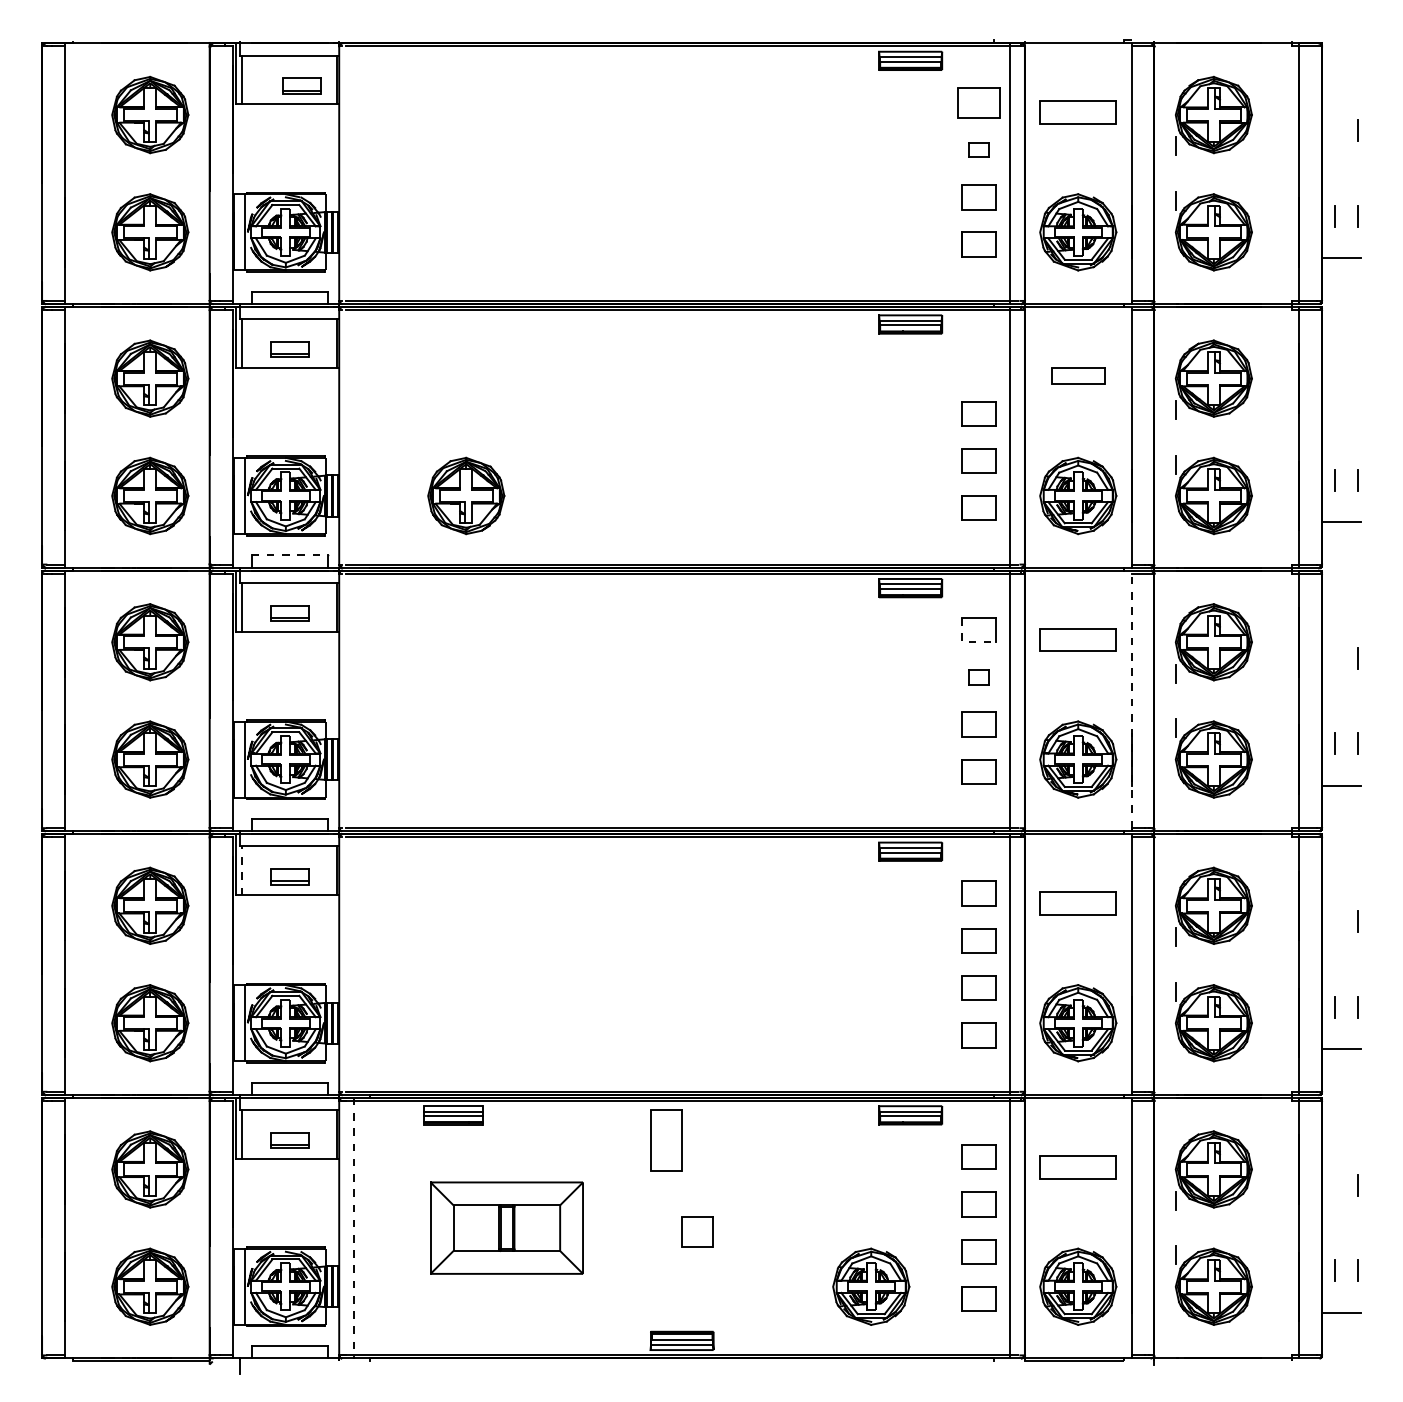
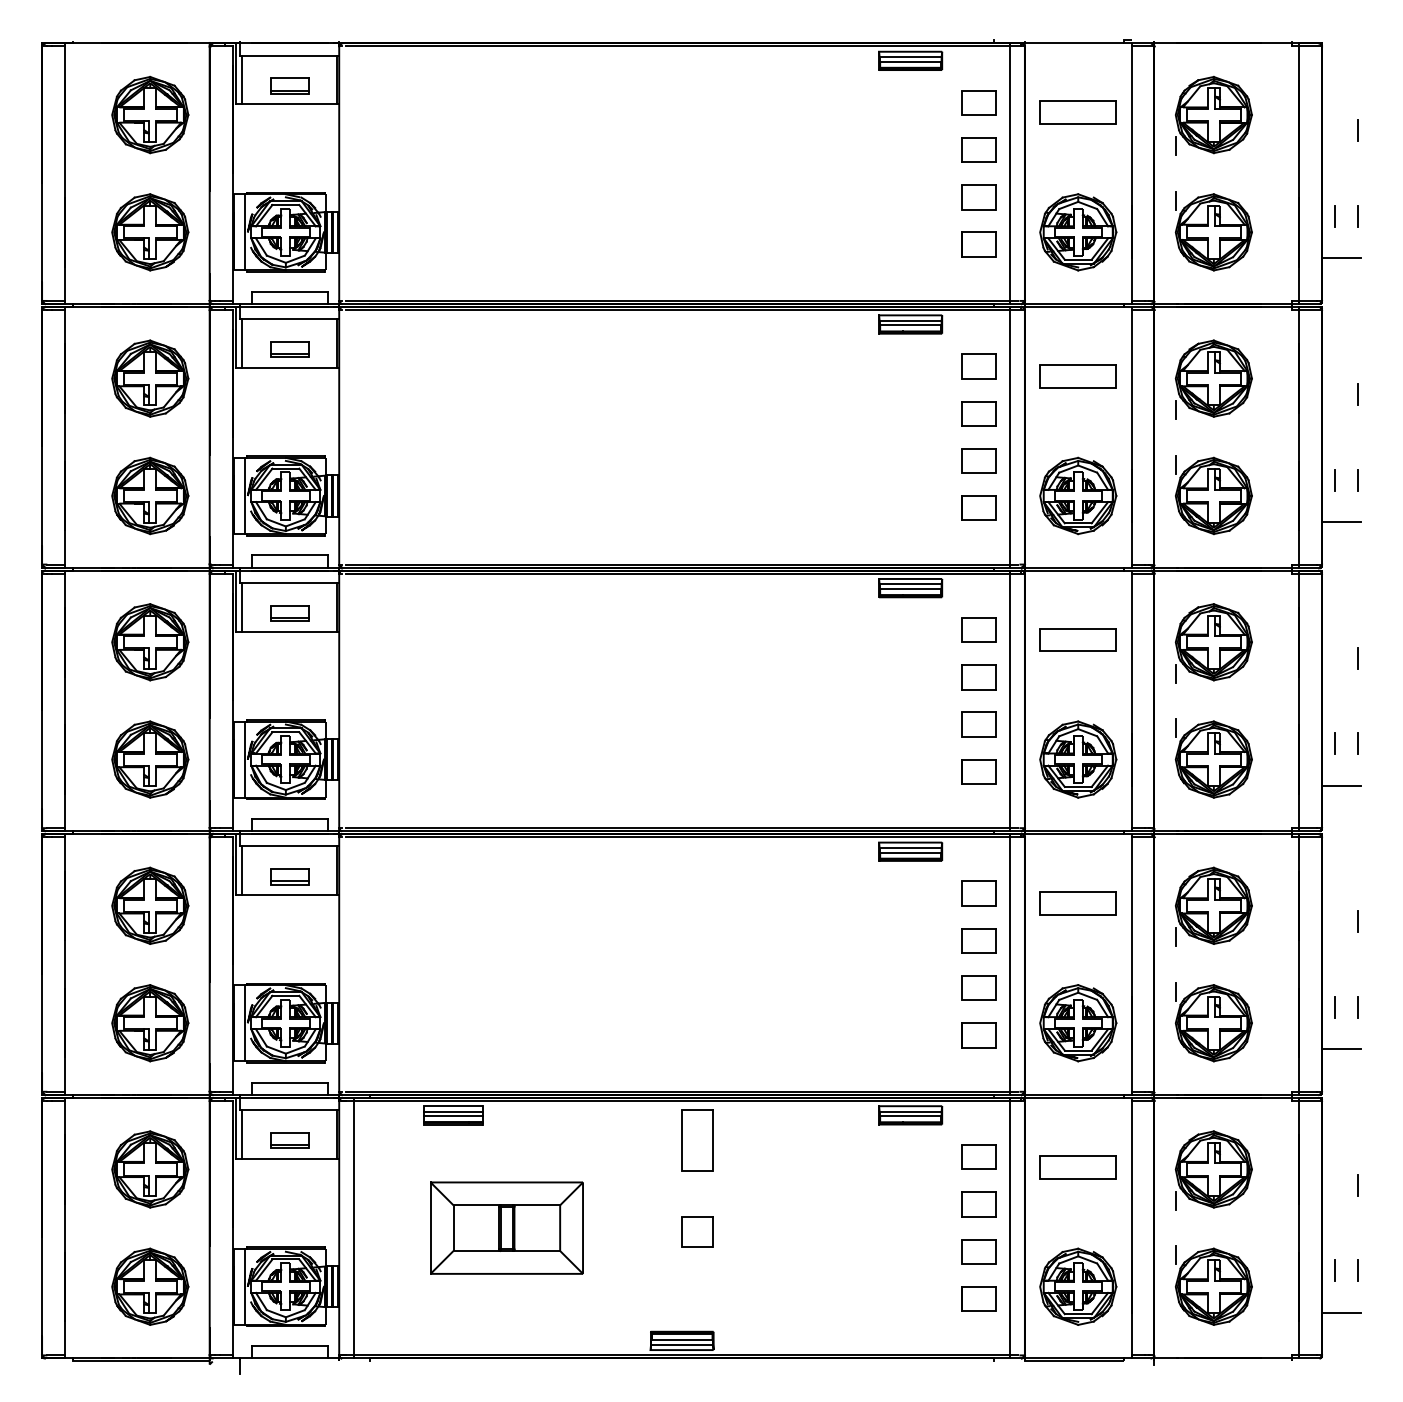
part at (301, 85) position: (301, 85) -> (289, 85)
part at (978, 102) size: 44x32 px -> 36x26 px
part at (978, 149) size: 22x16 px -> 36x26 px
part at (978, 366): none -> present
part at (1078, 375) size: 55x18 px -> 78x25 px
line at (1357, 394): none -> present
part at (466, 495): present -> none
line at (290, 555): dashed -> solid
line at (966, 642): dashed -> solid
part at (978, 677) size: 22x17 px -> 36x27 px
line at (1131, 698): dashed -> solid
line at (242, 870): dashed -> solid
part at (666, 1140) position: (666, 1140) -> (697, 1140)
line at (354, 1227): dashed -> solid
part at (871, 1286): present -> none
